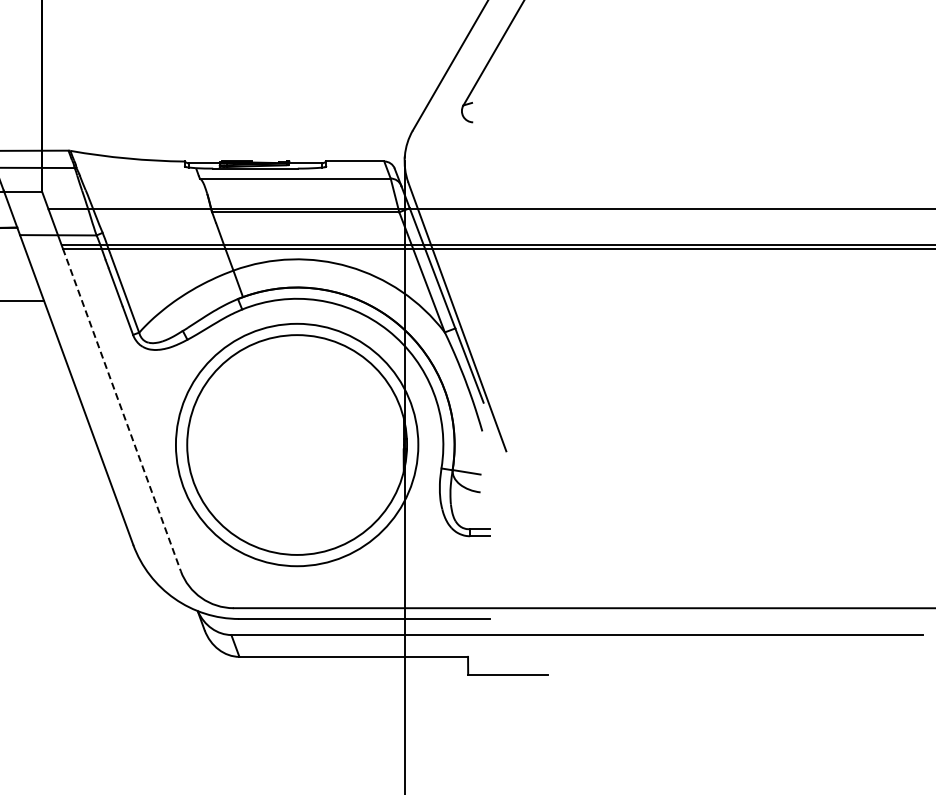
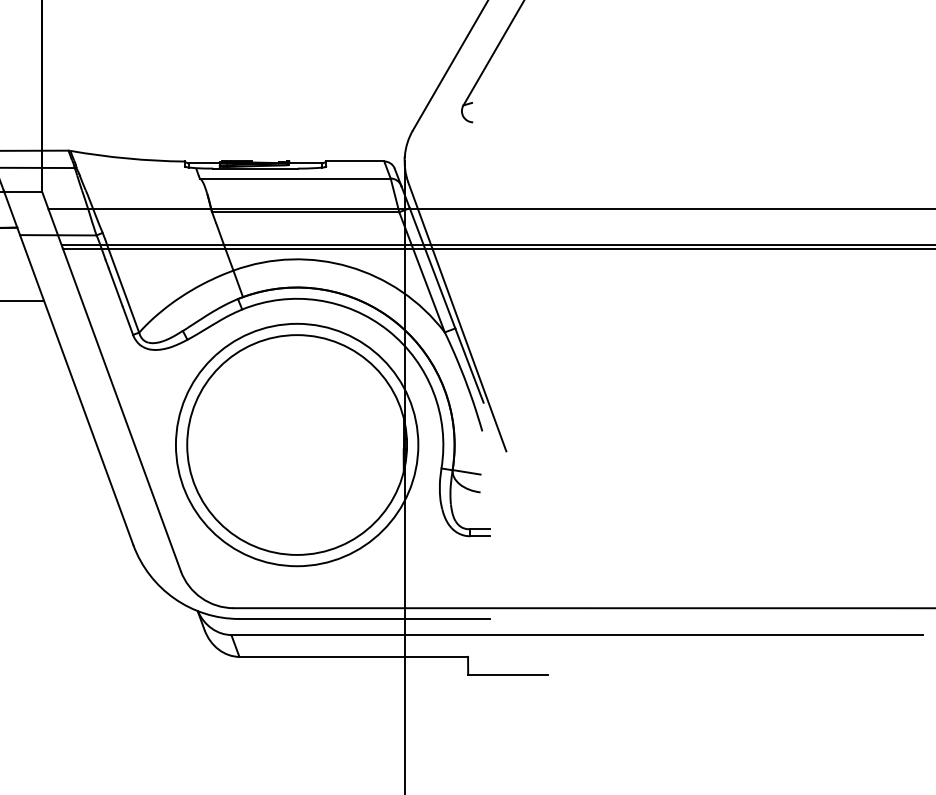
line at (121, 409): dashed -> solid
